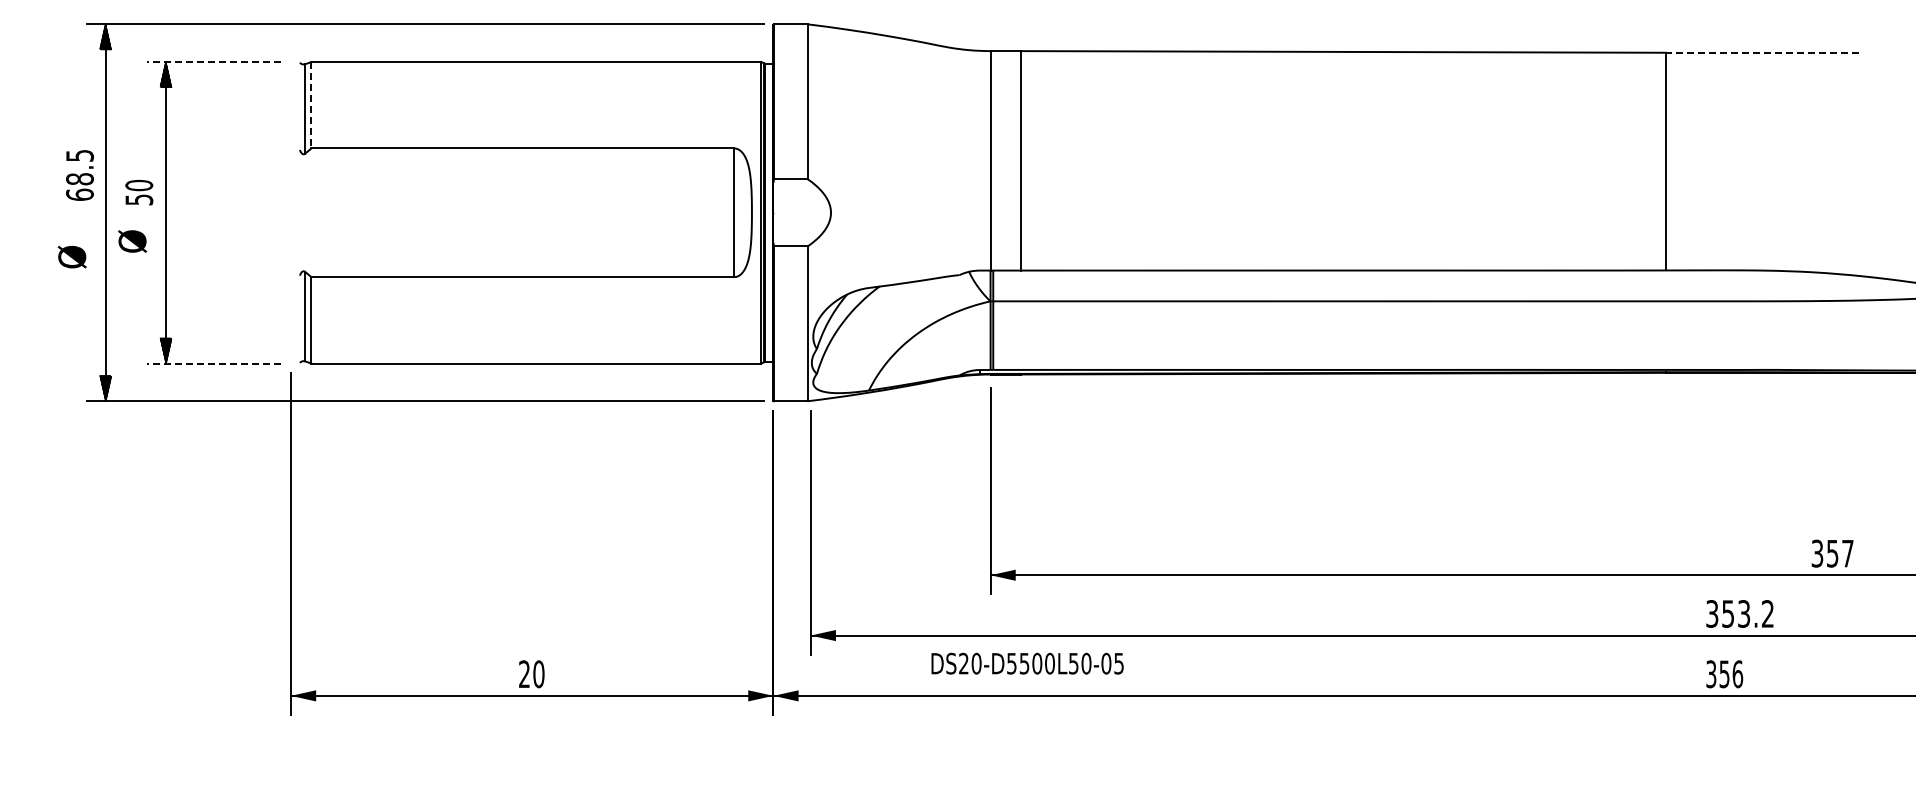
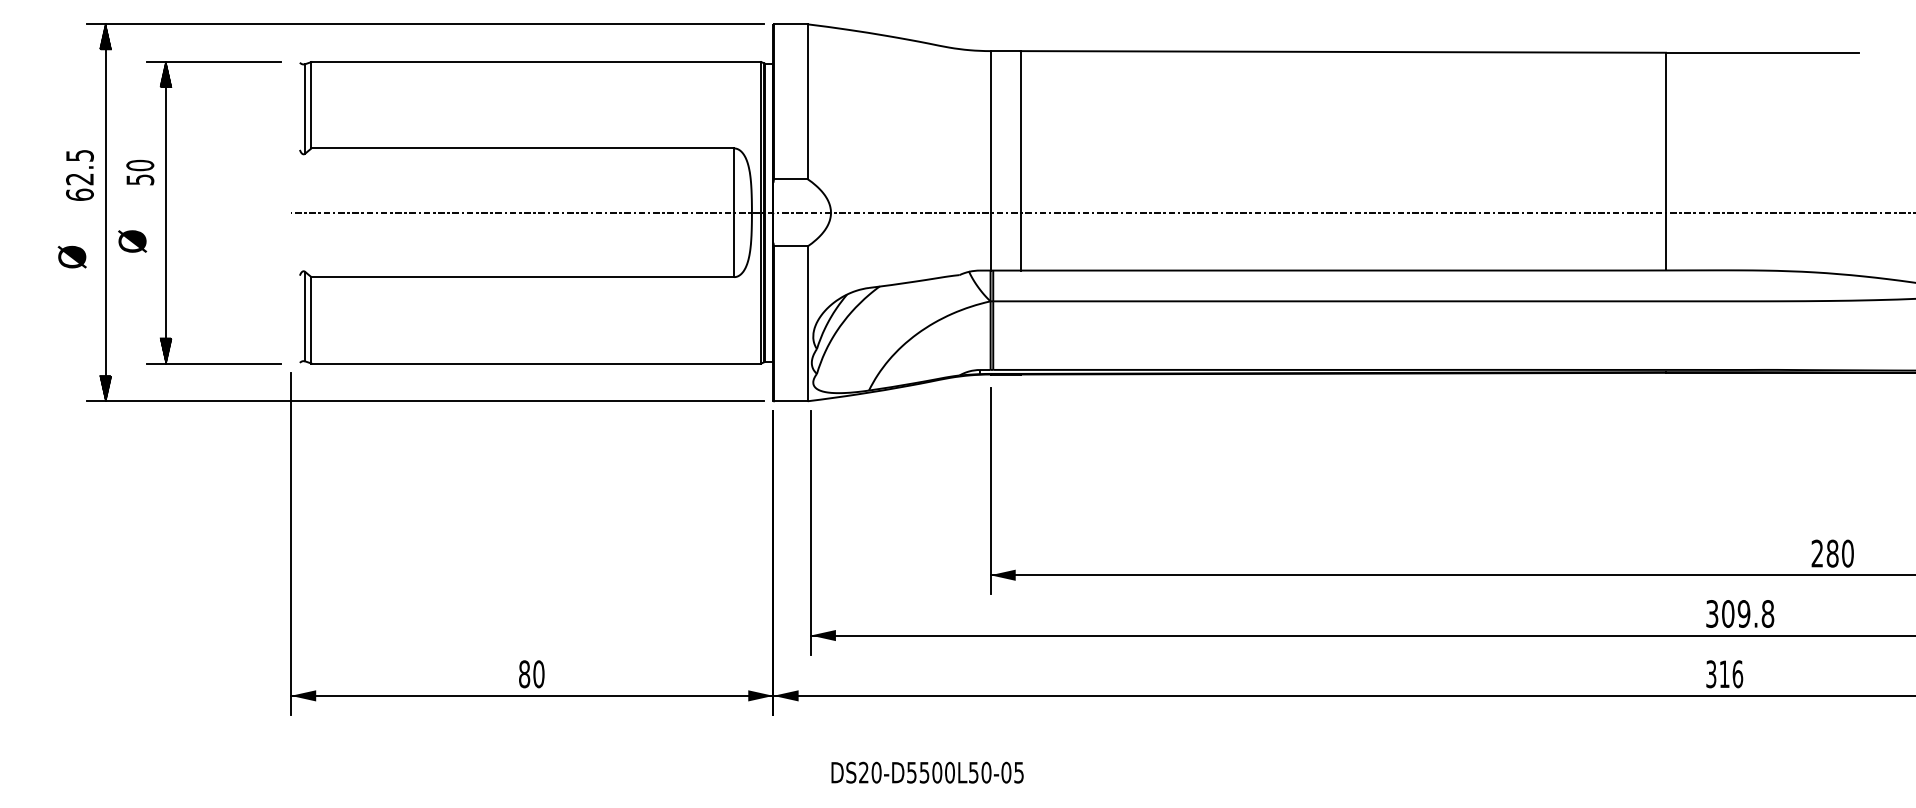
line at (1761, 52): dashed -> solid
line at (213, 62): dashed -> solid
line at (311, 105): dashed -> solid
text at (79, 179): 68.5 -> 62.5
text at (139, 192) position: (139, 192) -> (140, 172)
line at (1101, 212): none -> present
line at (213, 363): dashed -> solid
text at (1832, 553): 357 -> 280
text at (1748, 613): 353.2 -> 309.8
text at (1027, 663) position: (1027, 663) -> (927, 772)
text at (524, 674): 20 -> 80
text at (1724, 674): 356 -> 316
